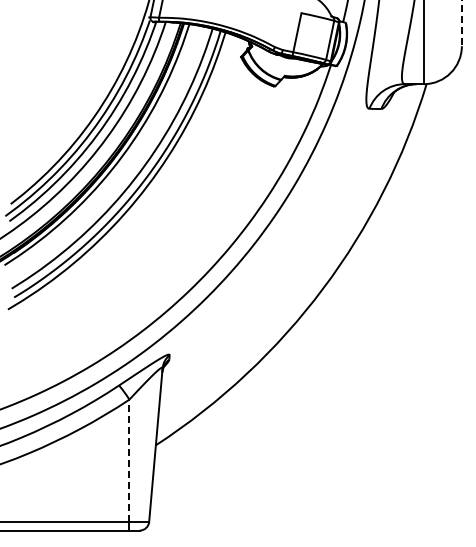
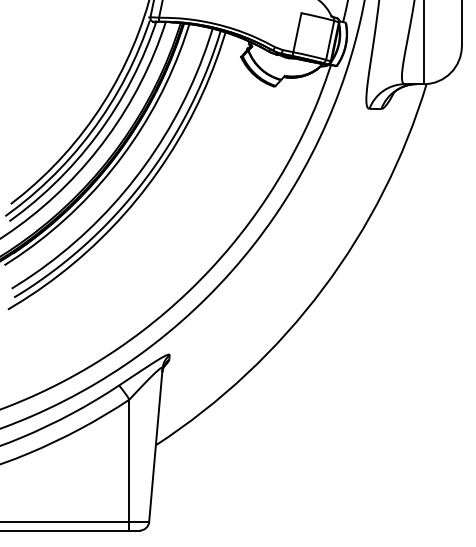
line at (461, 23): dashed -> solid
line at (129, 460): dashed -> solid
